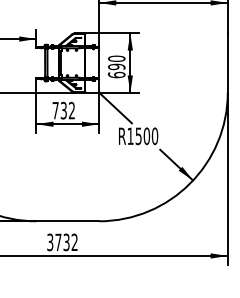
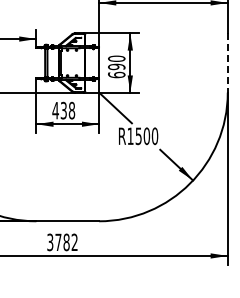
line at (227, 63): solid -> dashed
text at (63, 110): 732 -> 438
text at (66, 242): 3732 -> 3782
